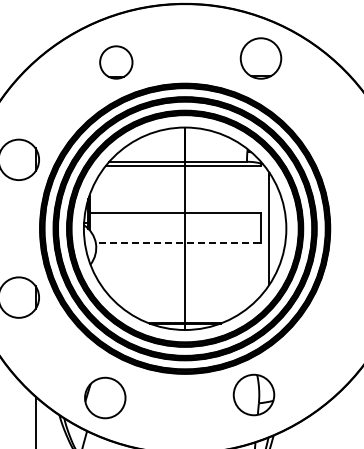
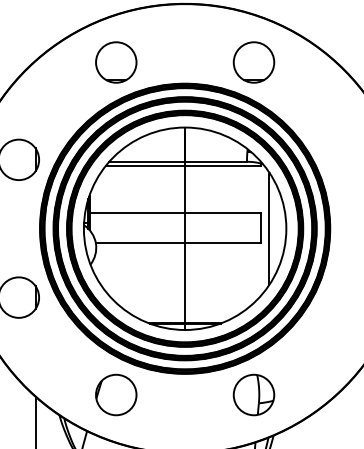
part at (260, 58) position: (260, 58) -> (253, 62)
part at (116, 62) size: 35x35 px -> 43x43 px
line at (177, 243): dashed -> solid
part at (105, 397) position: (105, 397) -> (116, 394)
